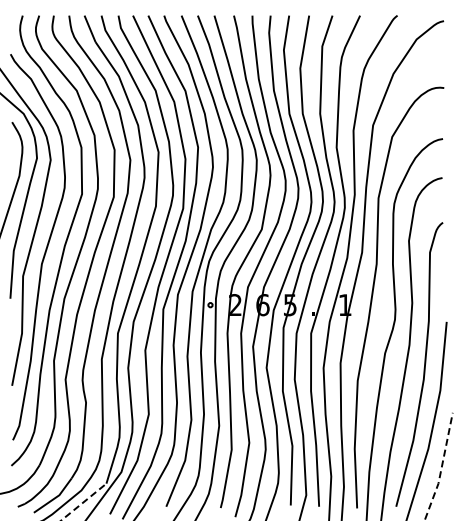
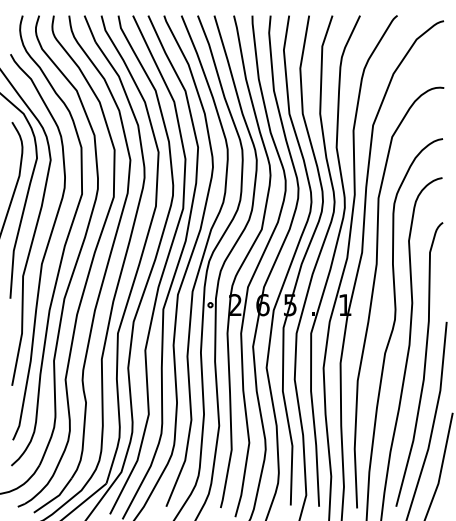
line at (441, 468): dashed -> solid
line at (84, 501): dashed -> solid
